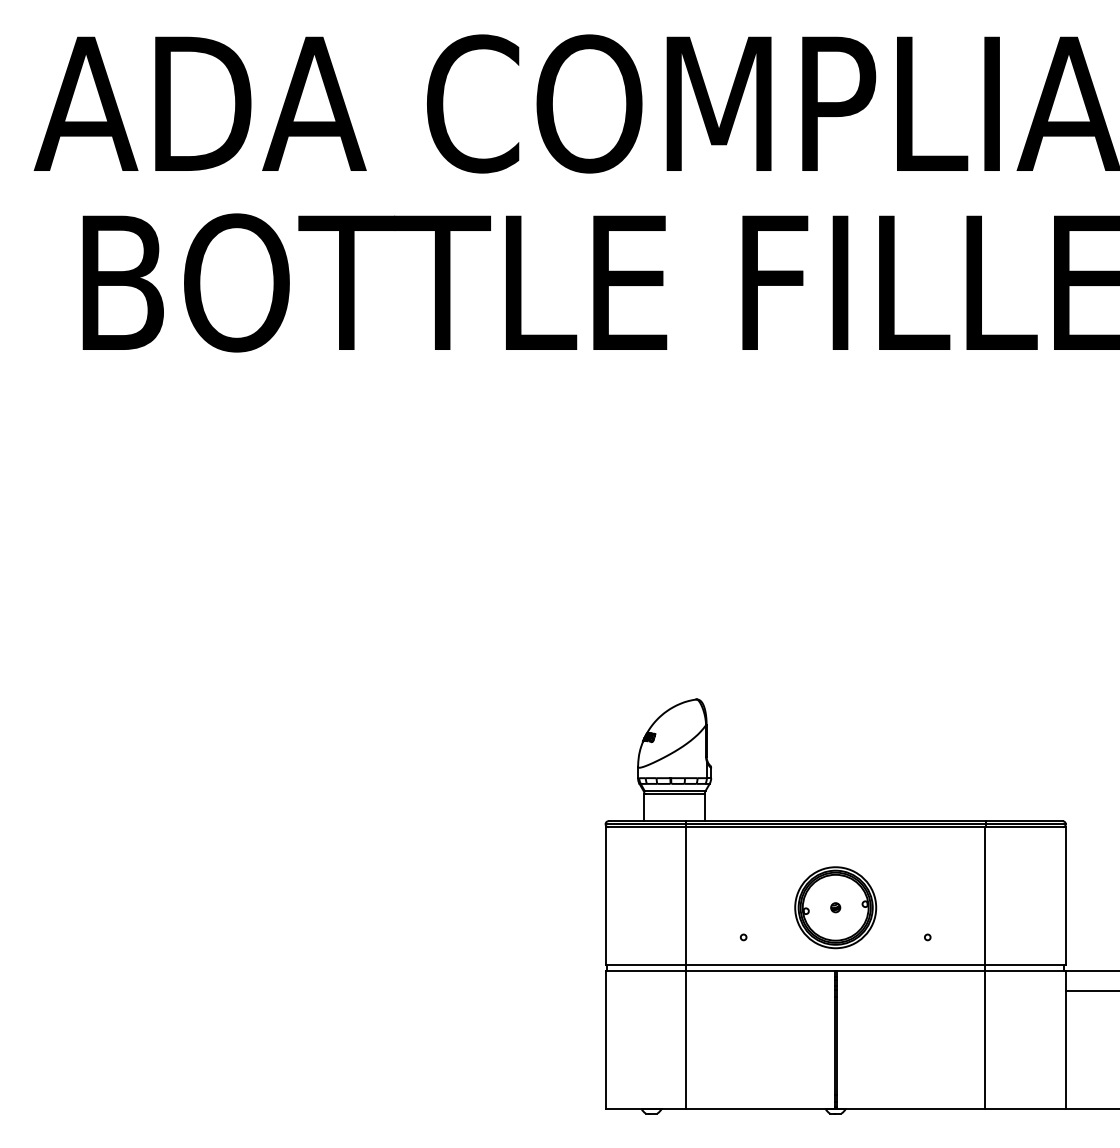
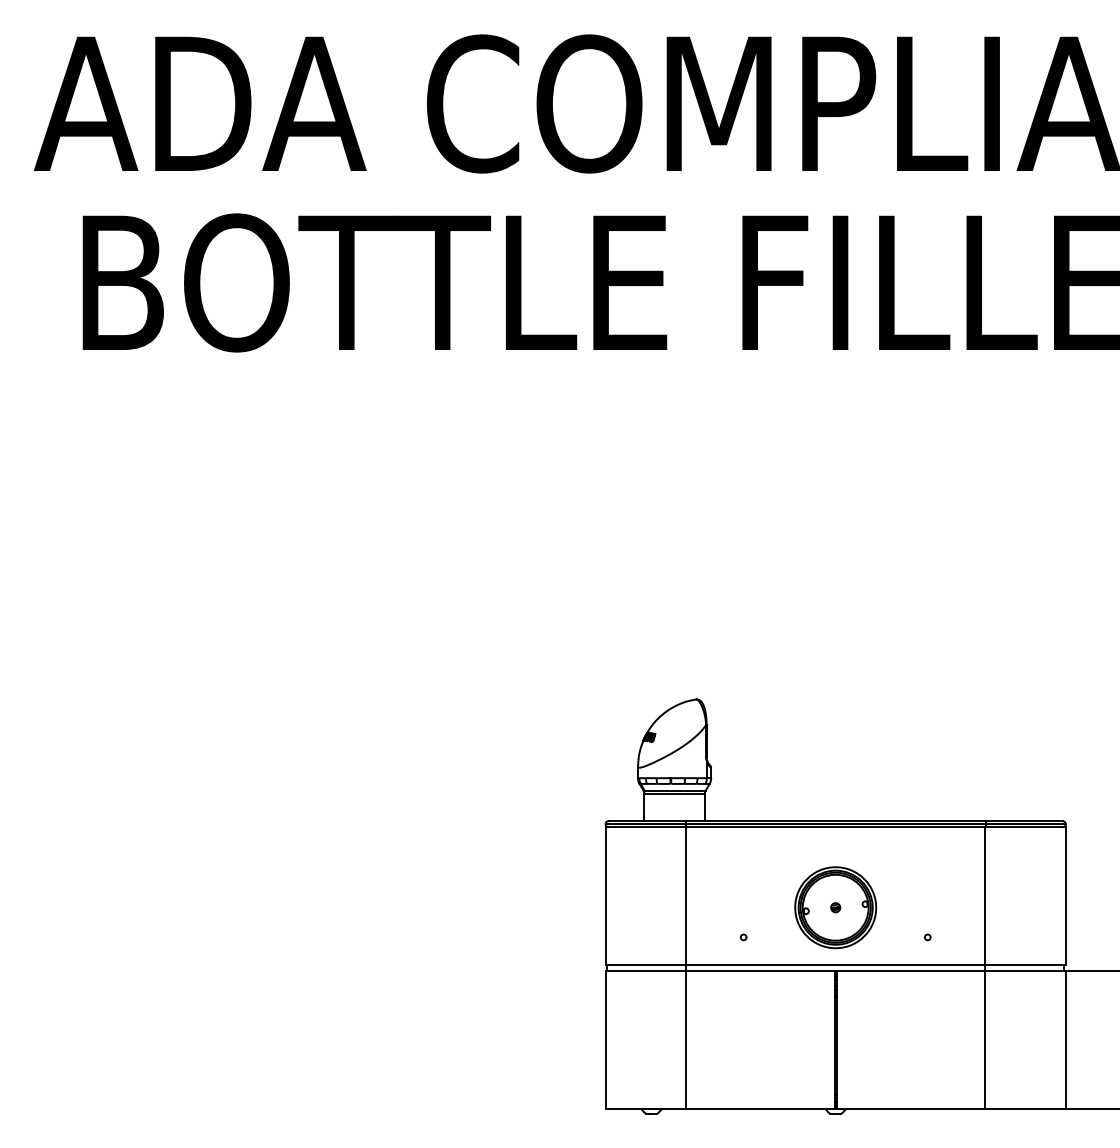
line at (1090, 991): present -> none
